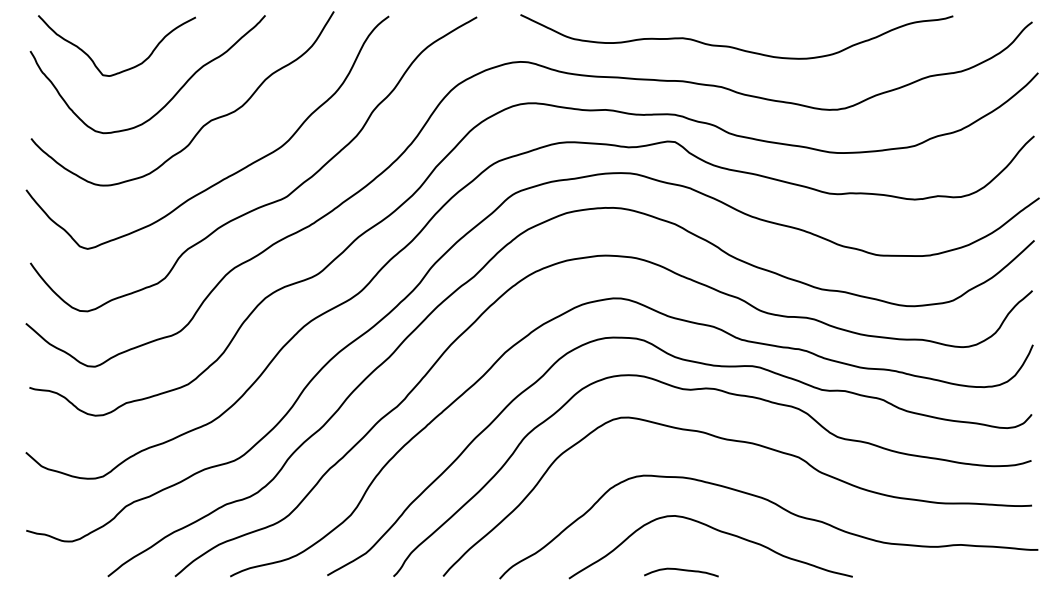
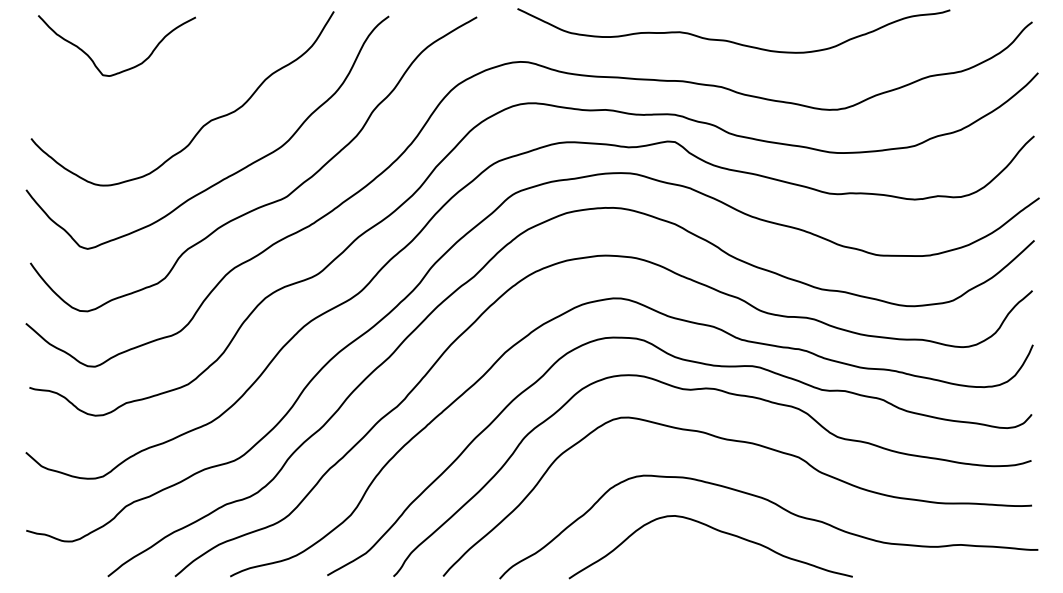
curve at (733, 46) position: (733, 46) -> (730, 40)
curve at (172, 96): present -> none
curve at (681, 570): present -> none
